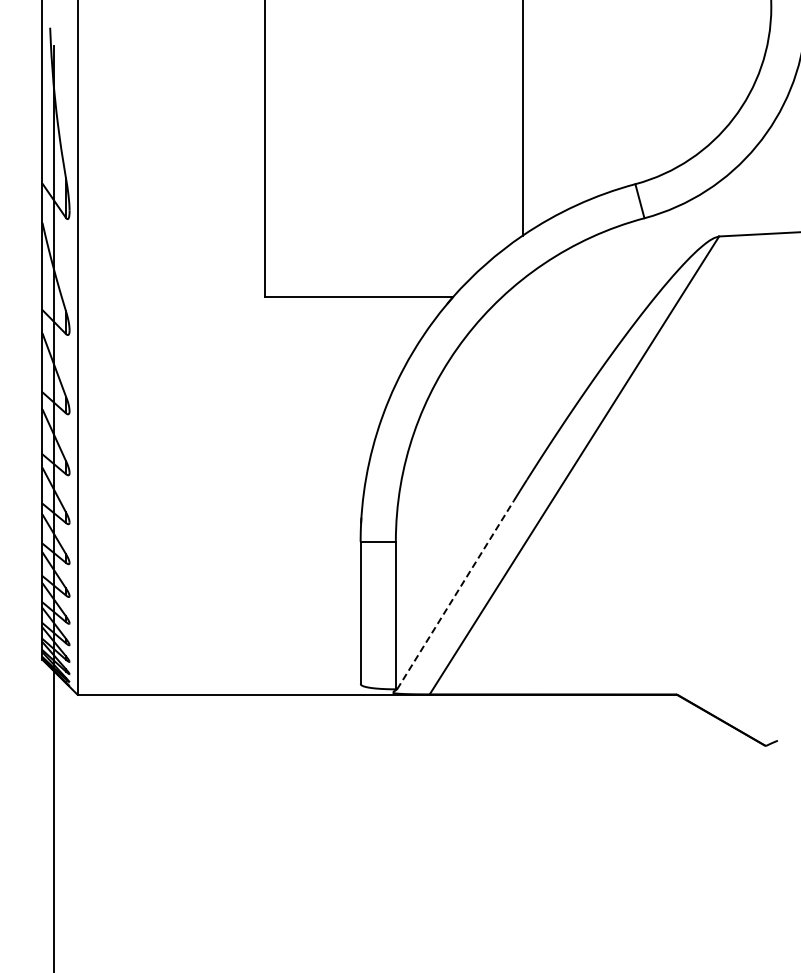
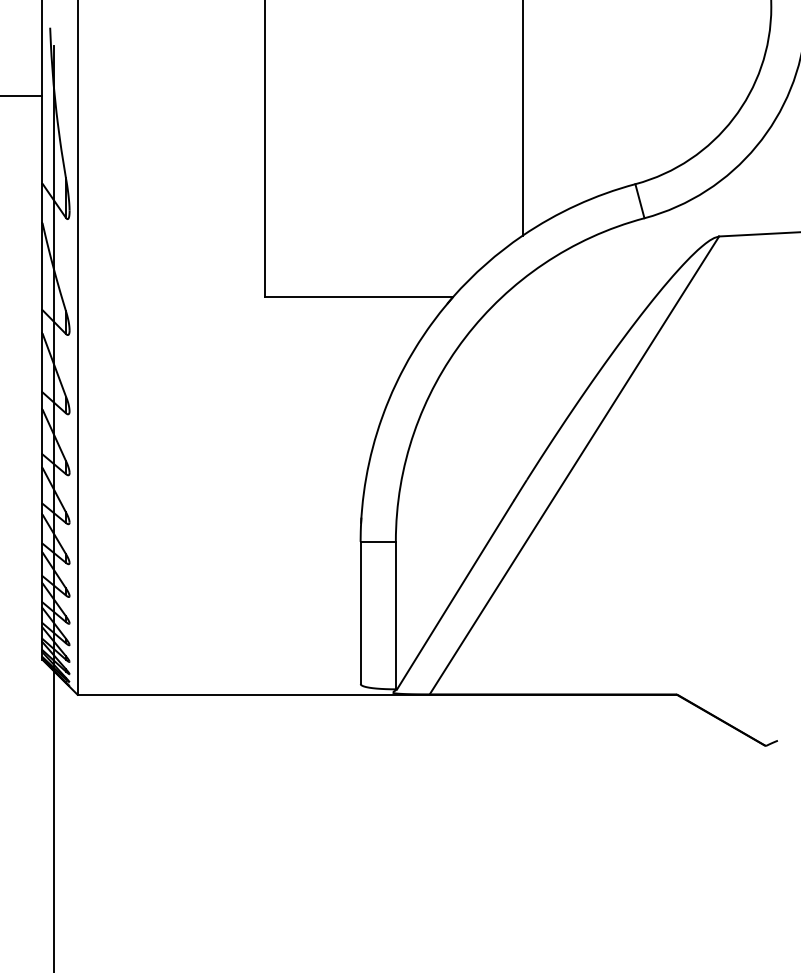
line at (22, 95): none -> present
line at (455, 595): dashed -> solid
